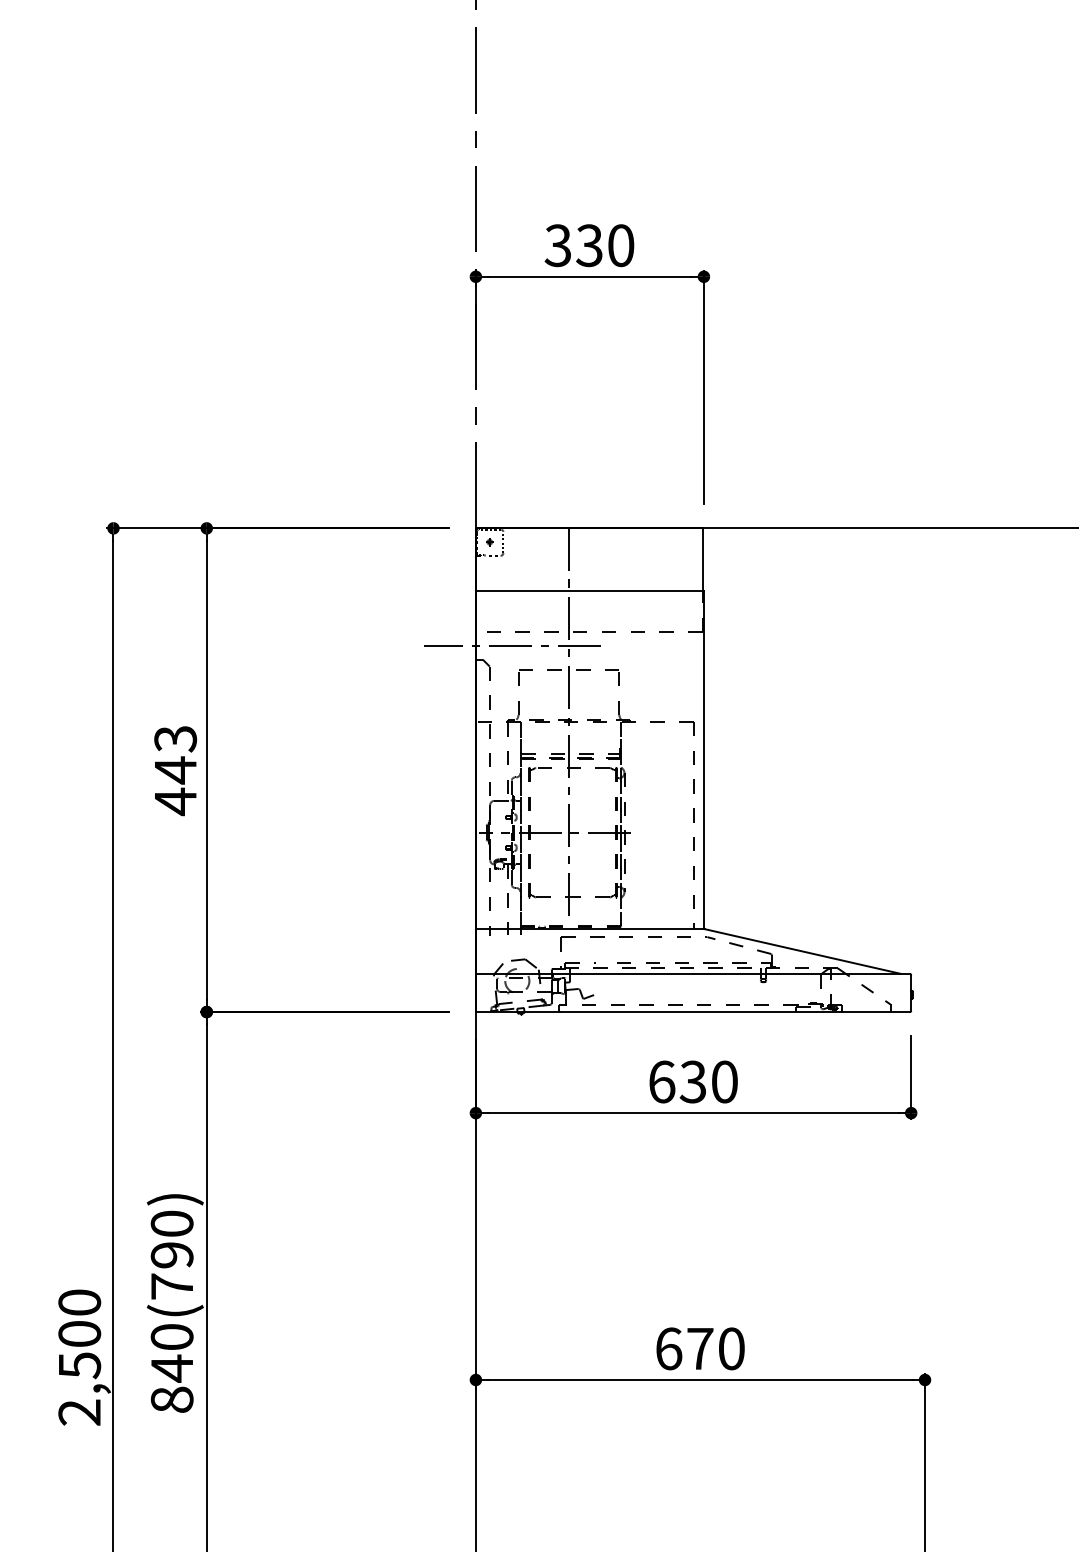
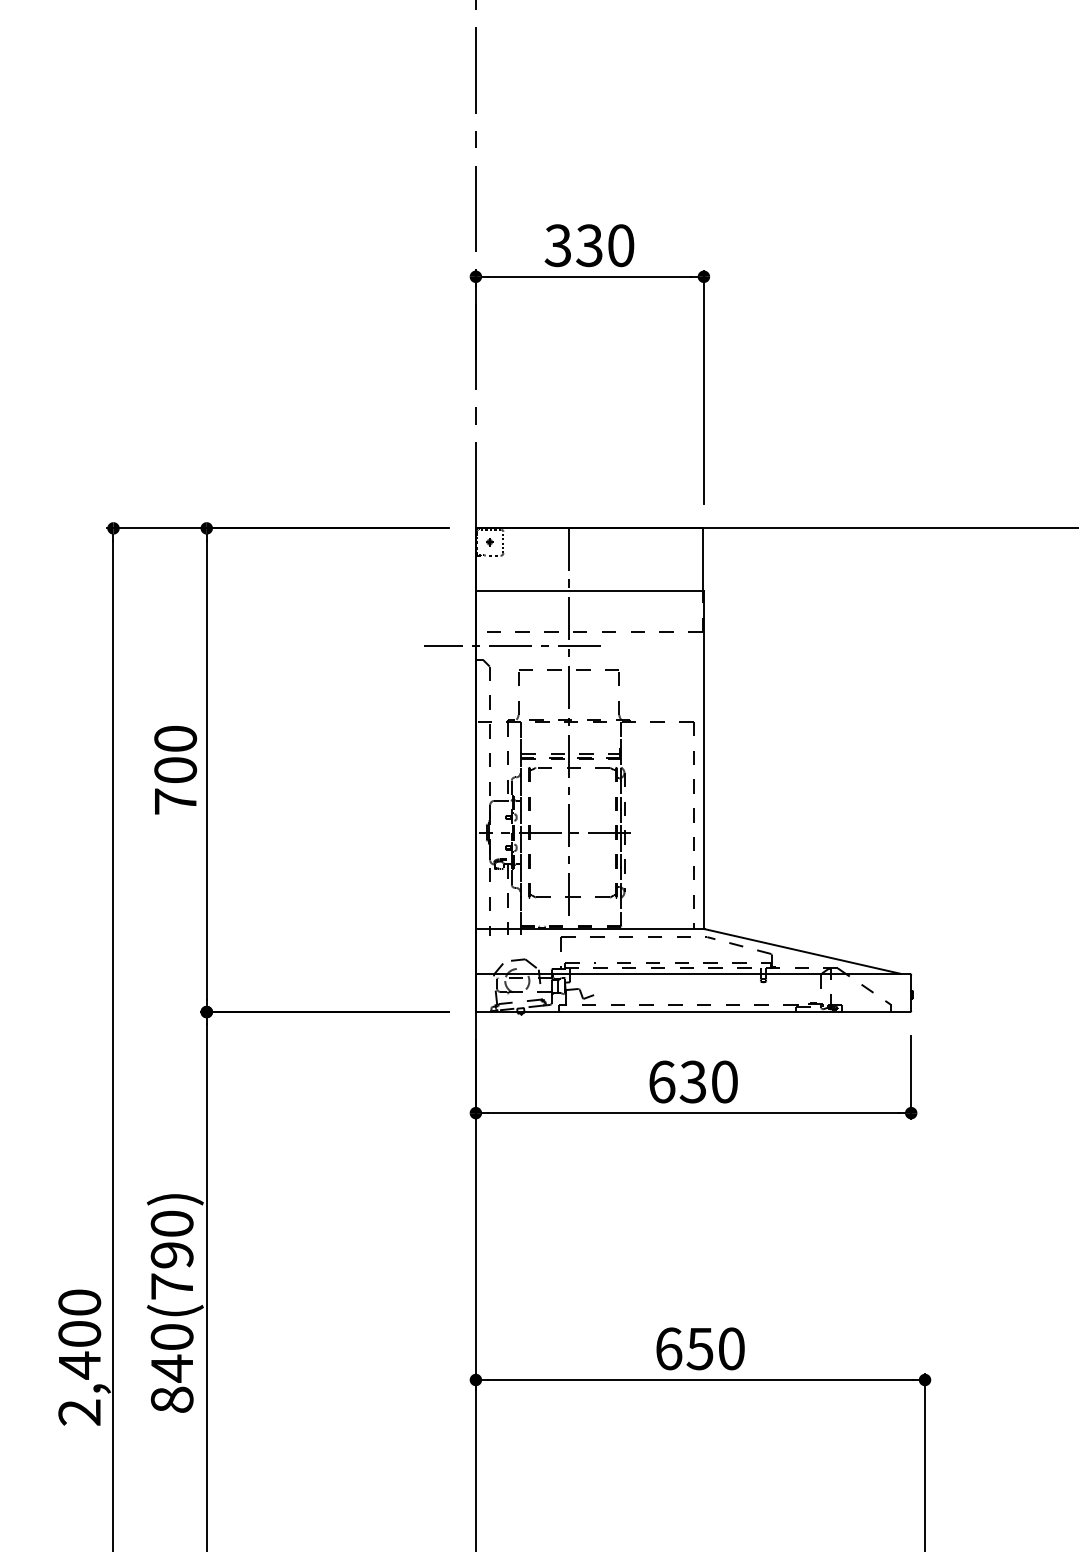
text at (175, 771): 443 -> 700
text at (699, 1349): 670 -> 650
text at (80, 1365): 2,500 -> 2,400
